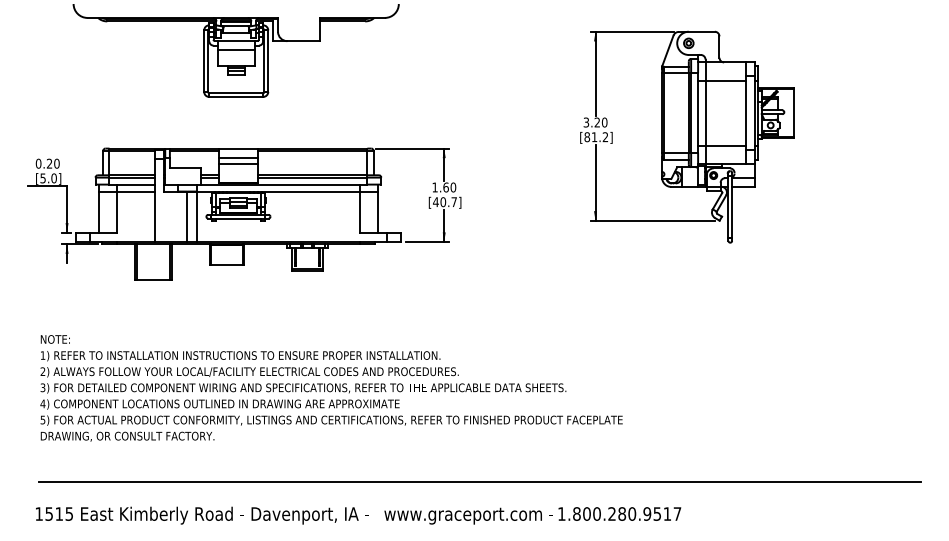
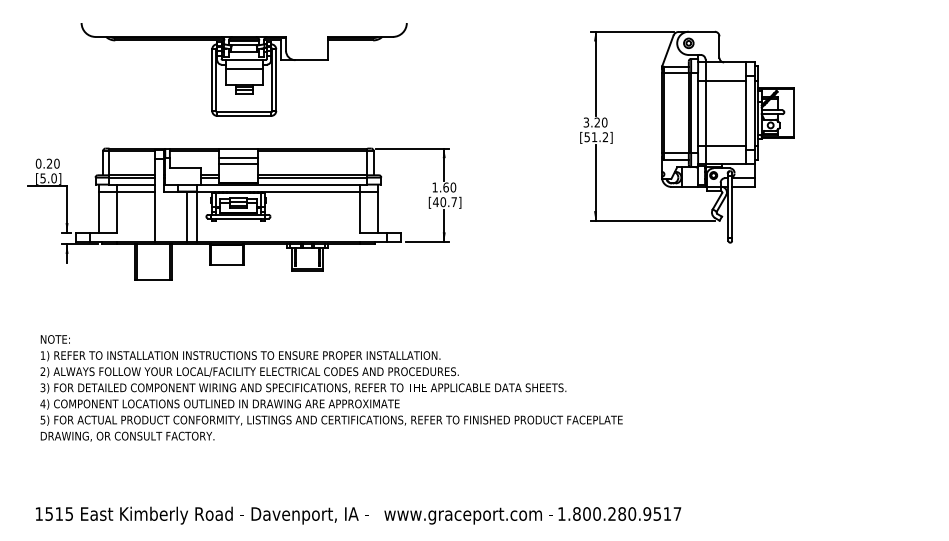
part at (235, 50) position: (235, 50) -> (243, 69)
text at (587, 137): [81.2] -> [51.2]
line at (479, 482): present -> none
